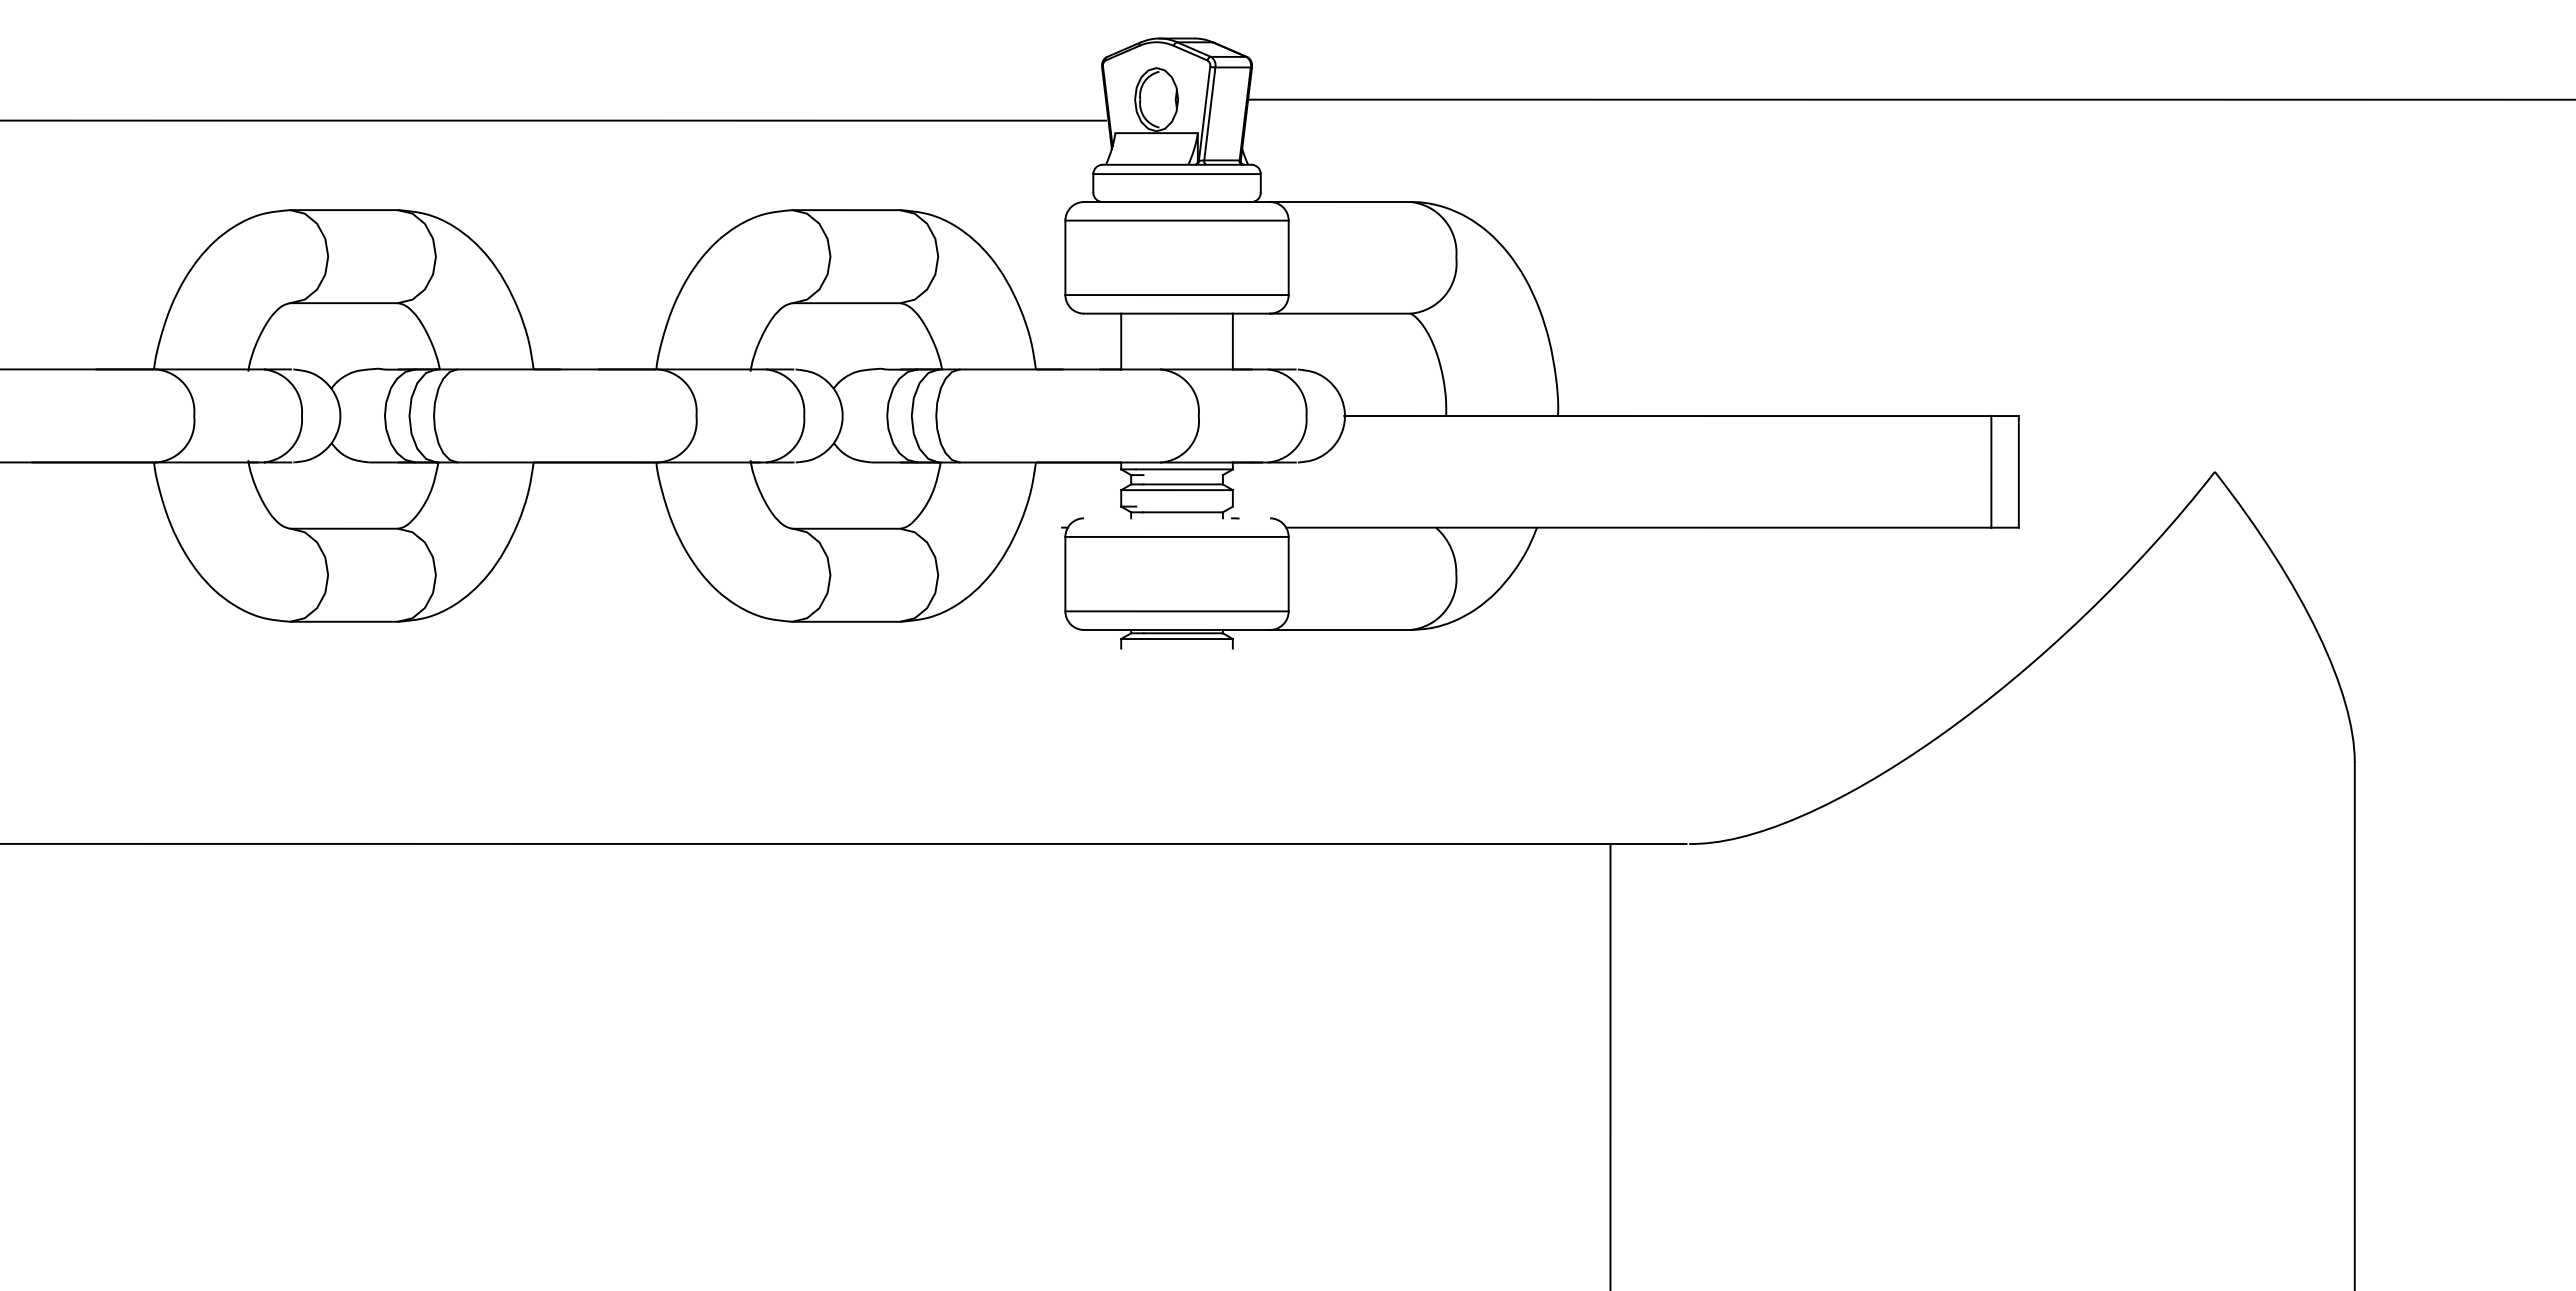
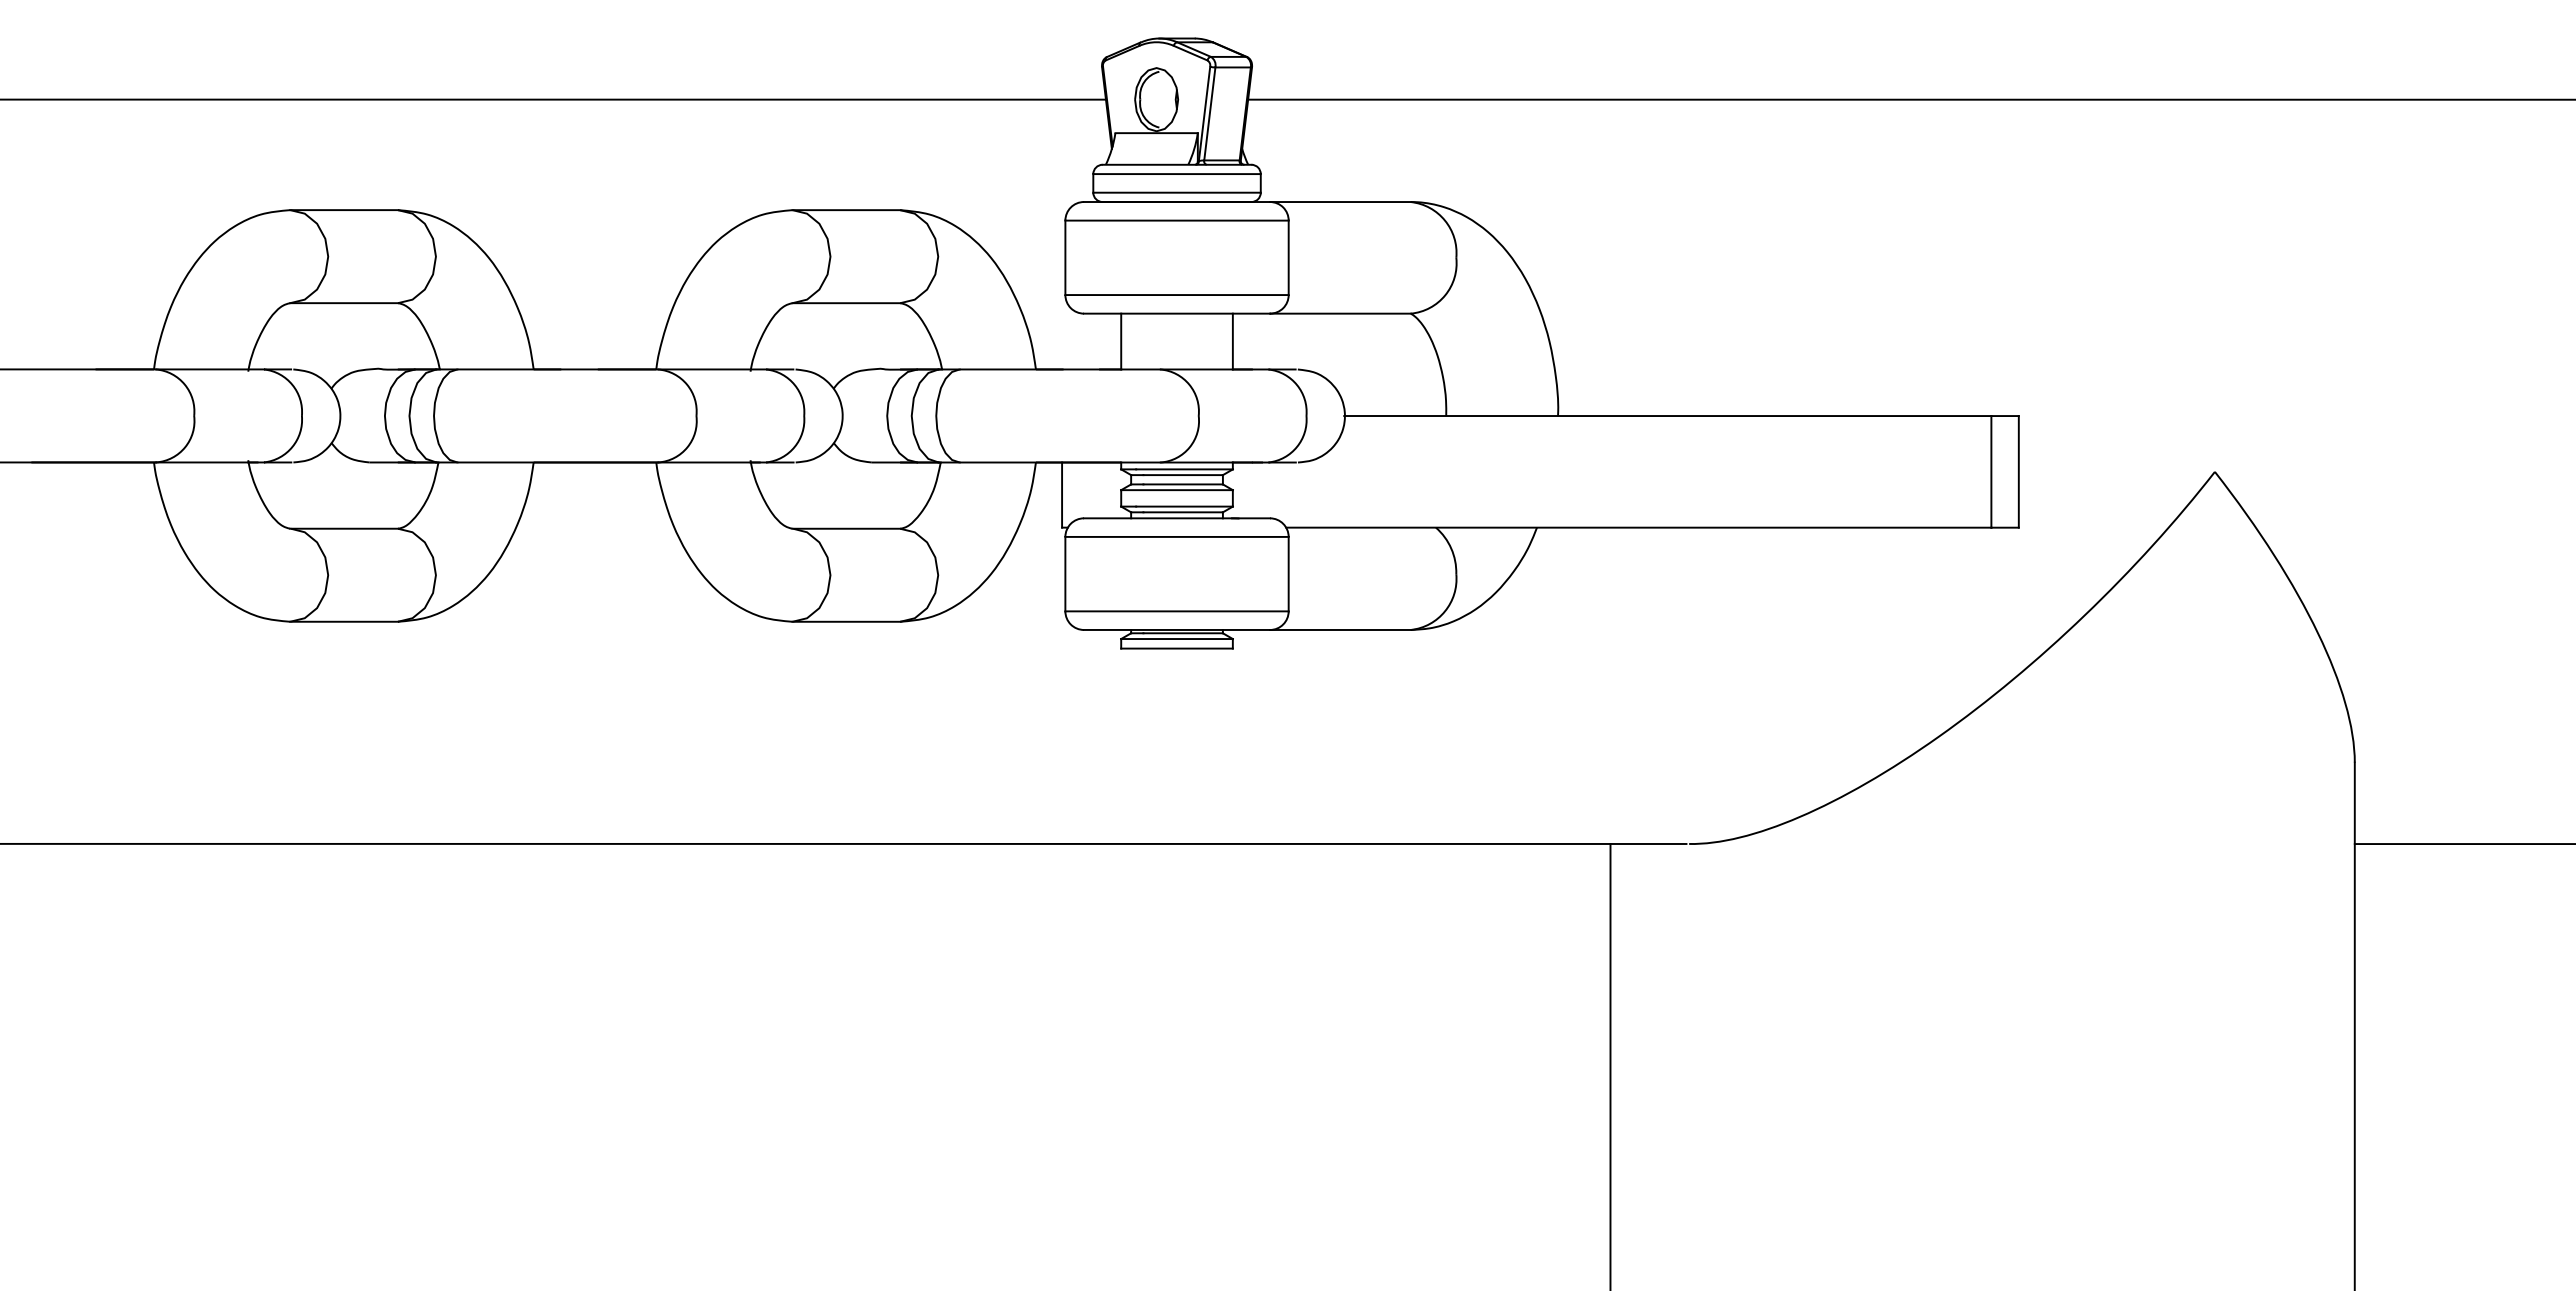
line at (553, 120) position: (553, 120) -> (553, 99)
line at (1176, 192): none -> present
line at (1182, 475): none -> present
line at (1062, 494): none -> present
line at (1184, 506): none -> present
line at (1176, 518): none -> present
line at (1176, 648): none -> present
line at (2463, 844): none -> present
